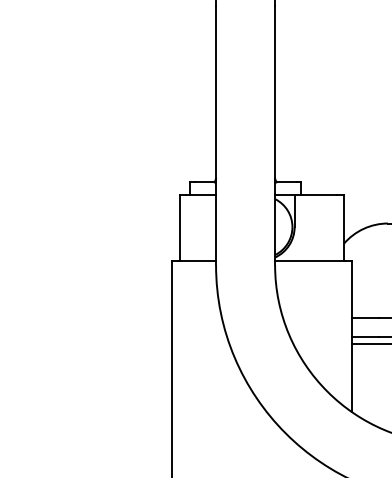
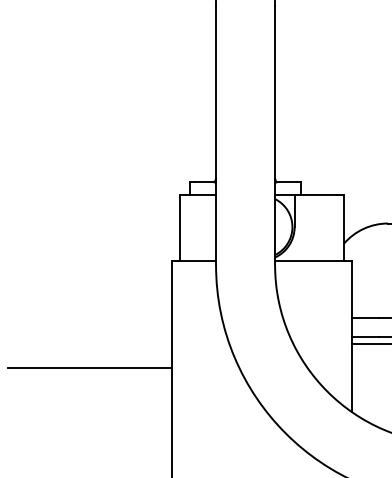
line at (89, 368): none -> present
